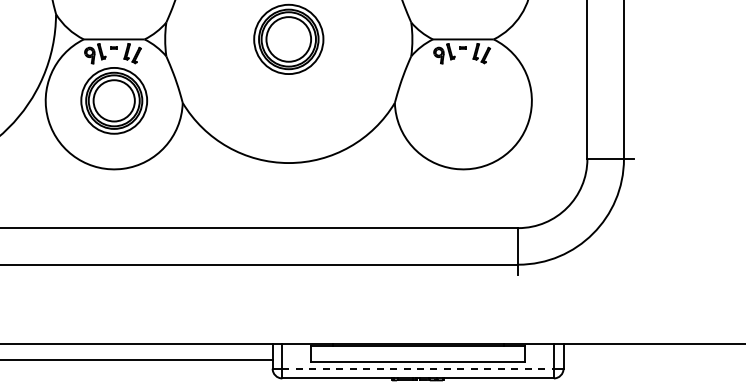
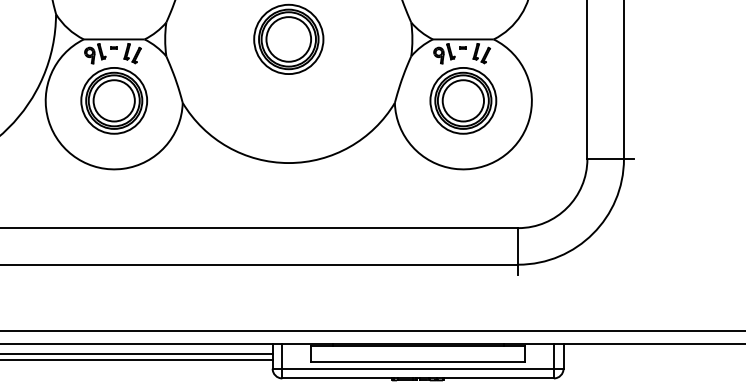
part at (463, 100): none -> present
line at (372, 331): none -> present
line at (137, 353): none -> present
line at (418, 368): dashed -> solid
